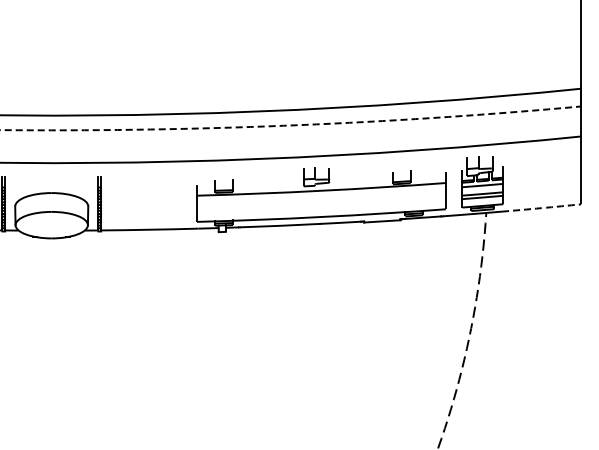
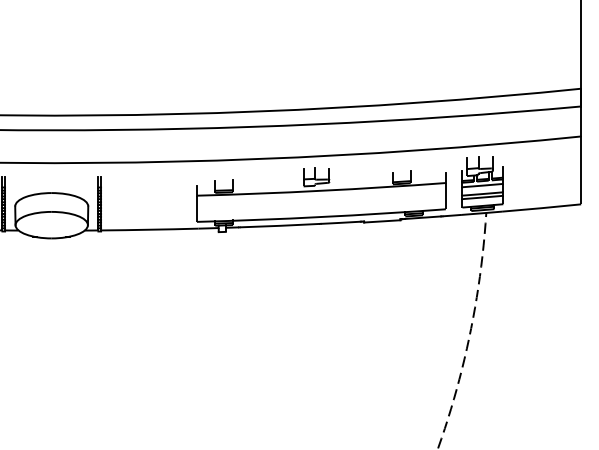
arc at (291, 125): dashed -> solid
arc at (541, 208): dashed -> solid
